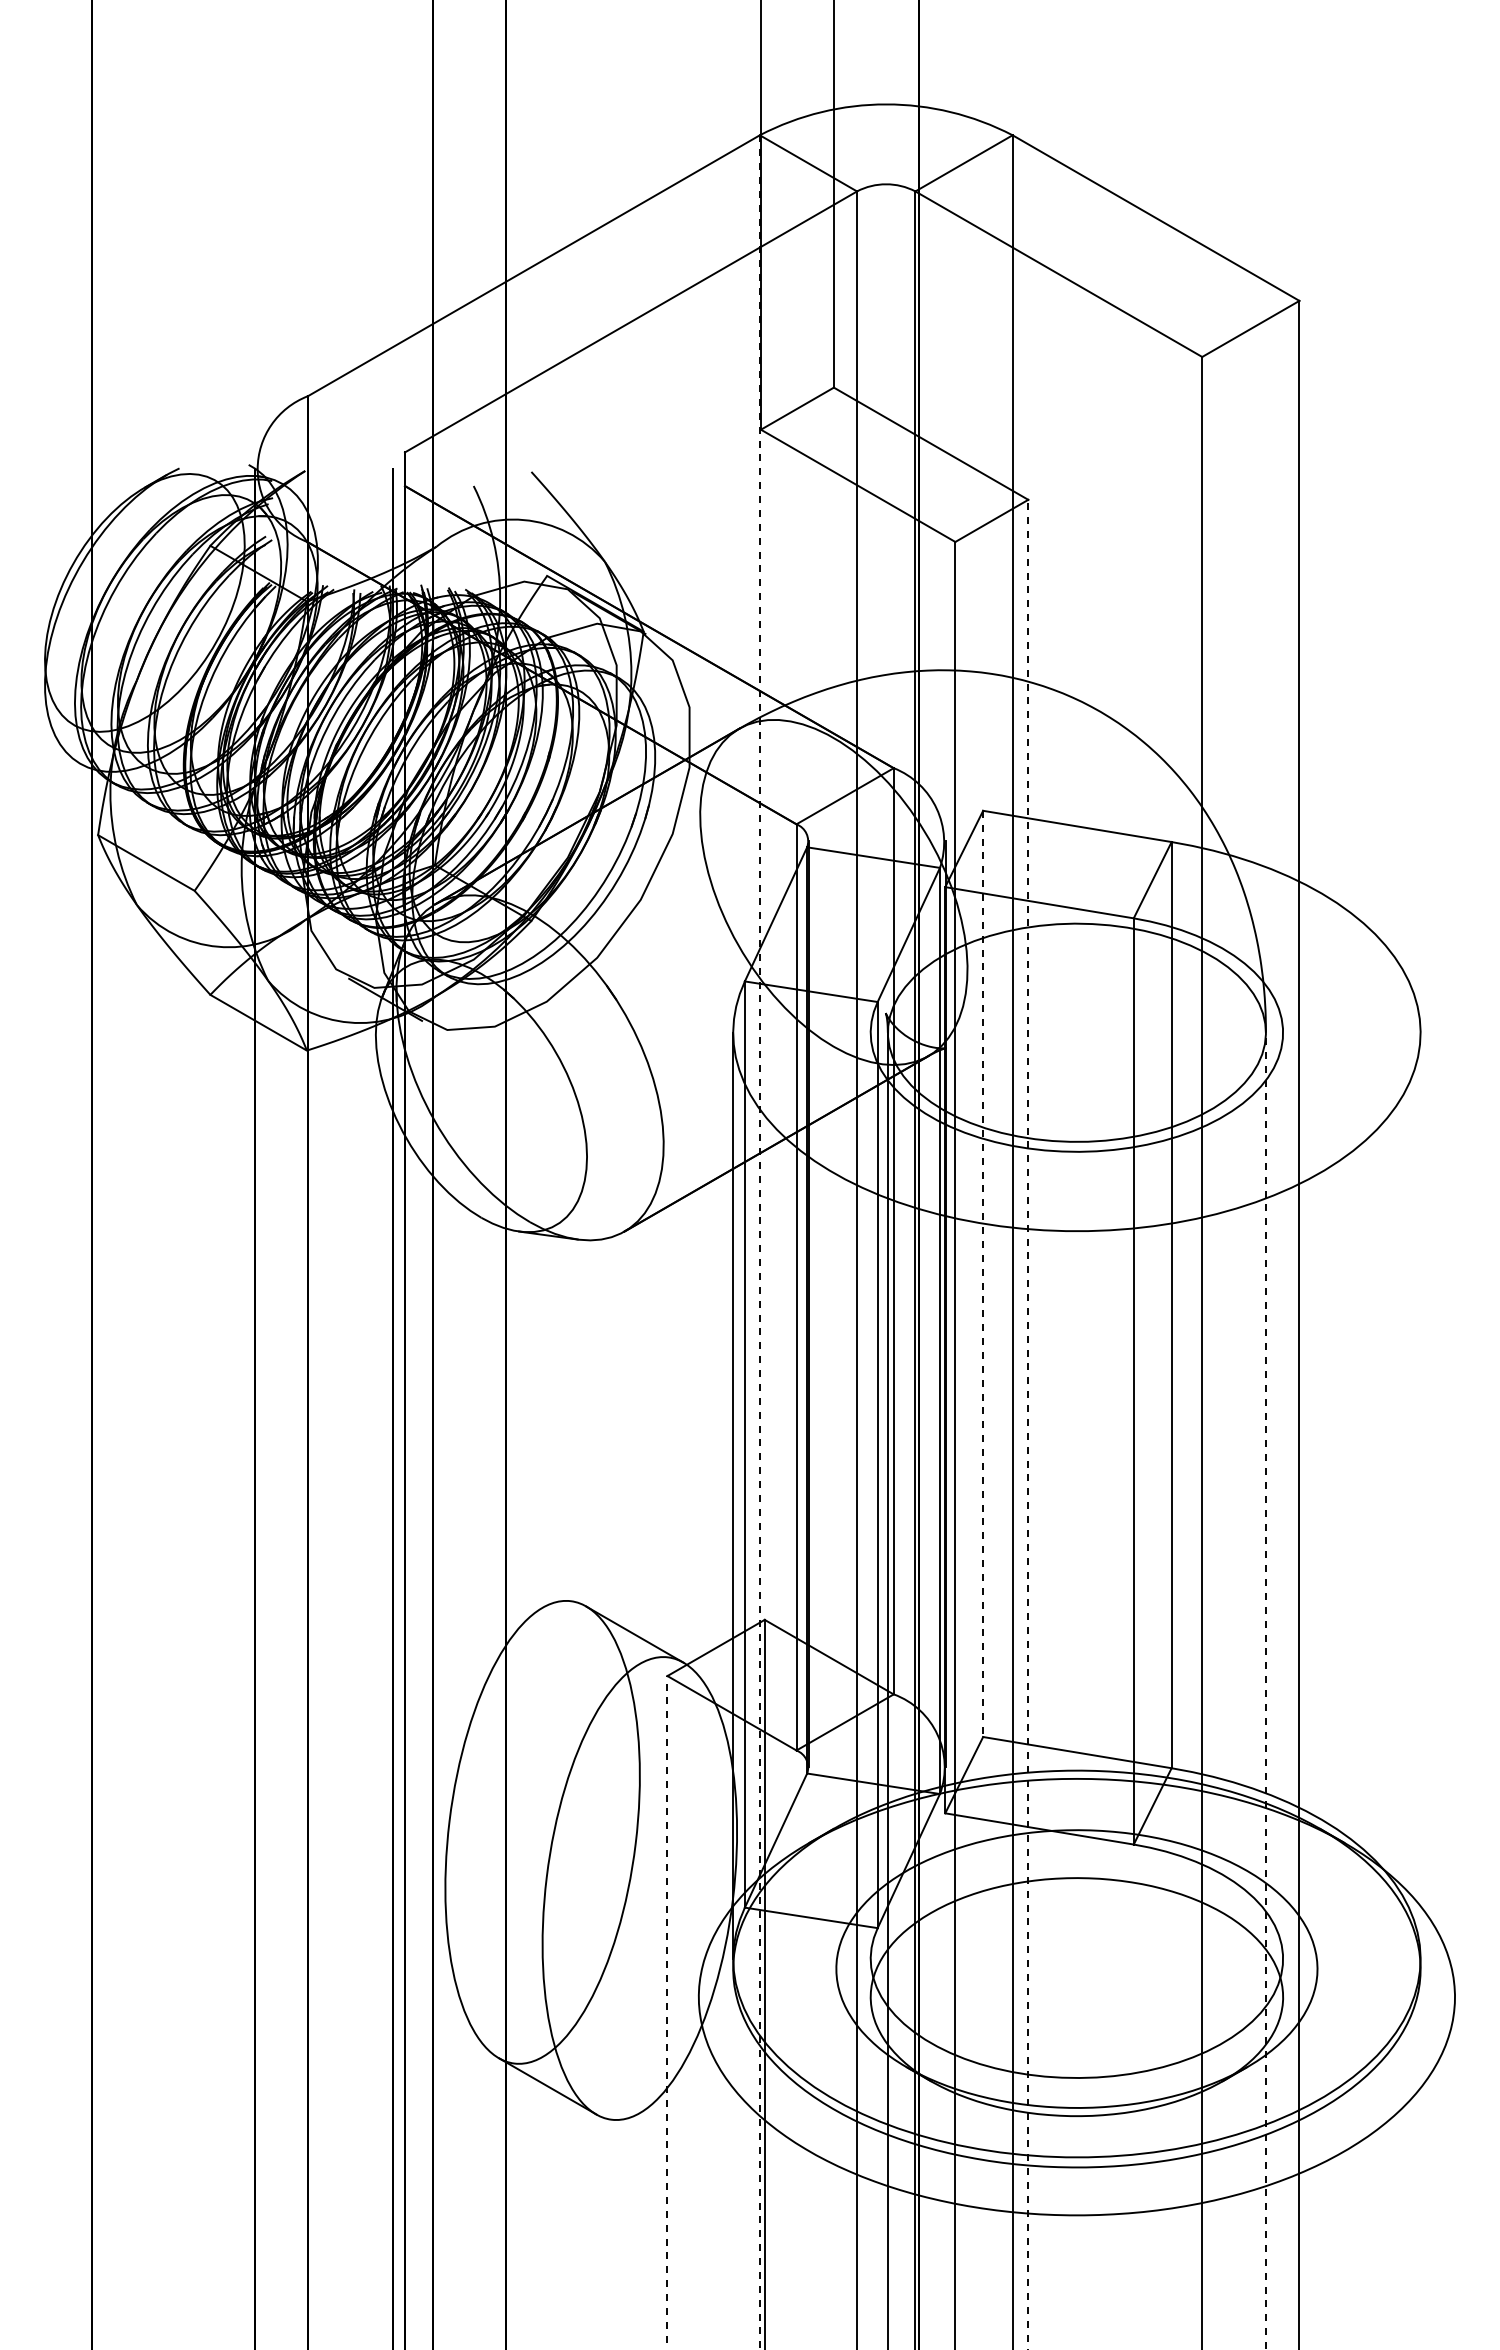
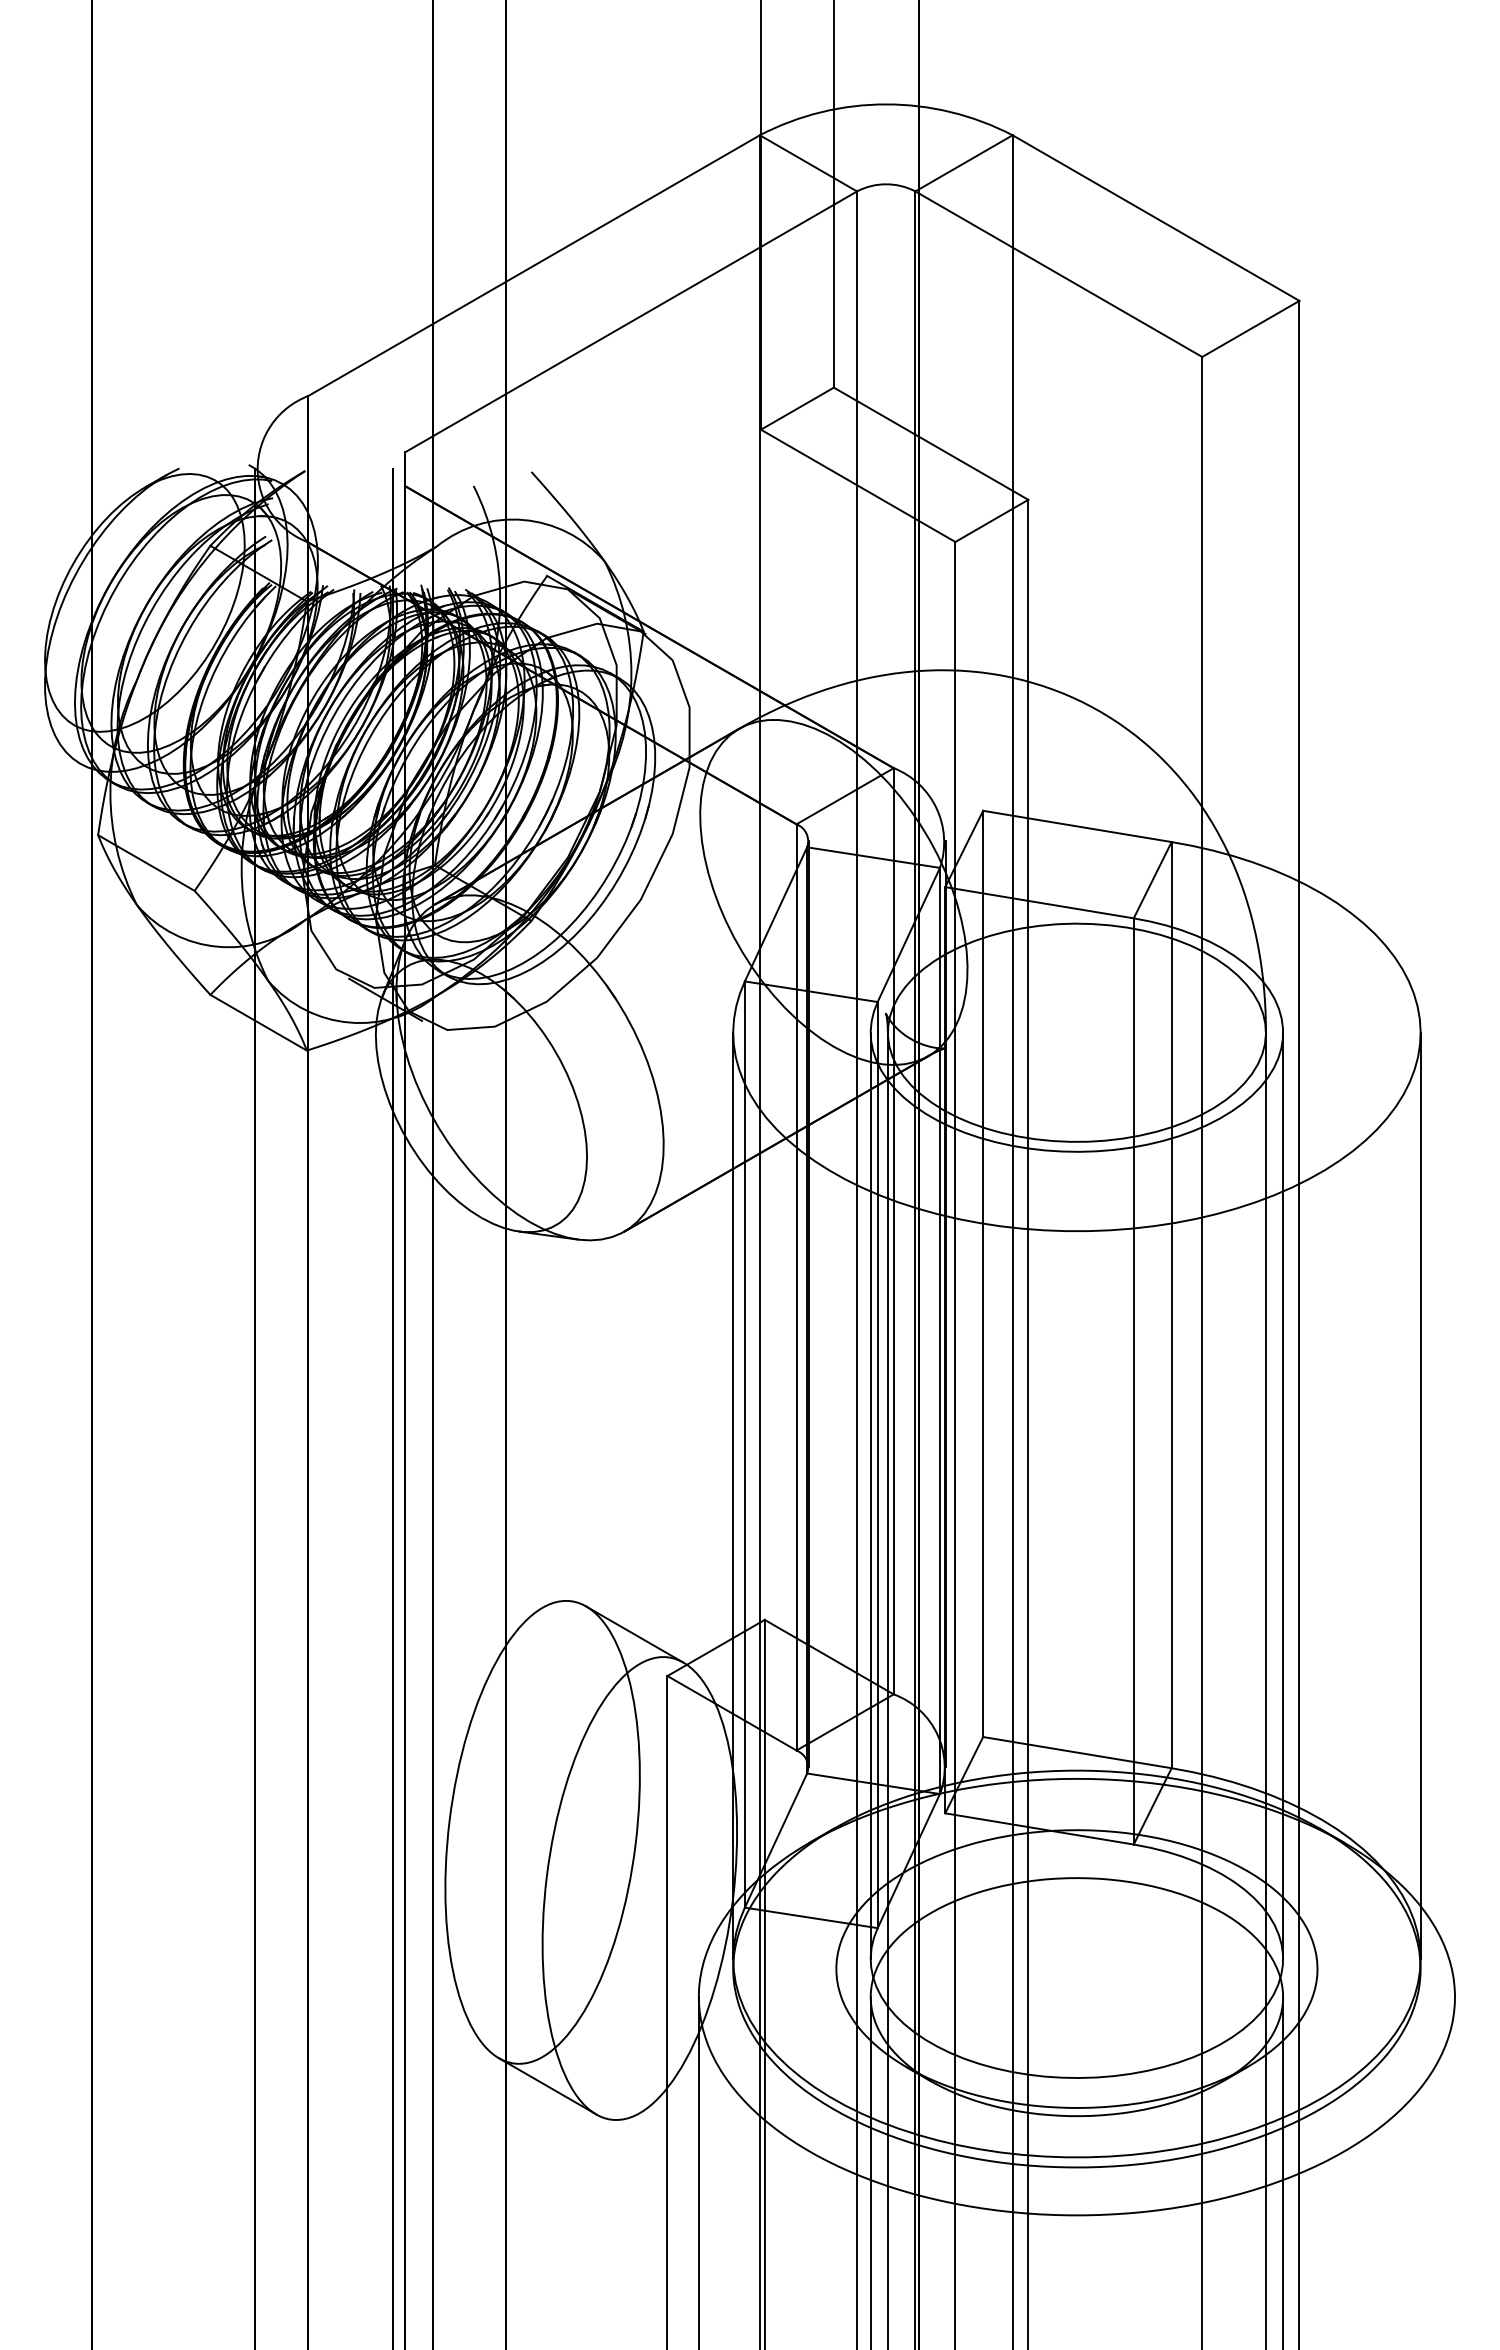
line at (759, 1243): dashed -> solid
line at (983, 1274): dashed -> solid
line at (1028, 1424): dashed -> solid
line at (870, 1495): none -> present
line at (1283, 1495): none -> present
line at (1420, 1495): none -> present
line at (1265, 1690): dashed -> solid
line at (667, 2012): dashed -> solid
line at (698, 2171): none -> present
line at (870, 2171): none -> present
line at (1283, 2171): none -> present
